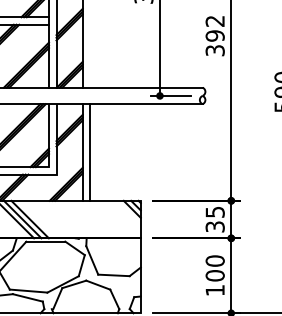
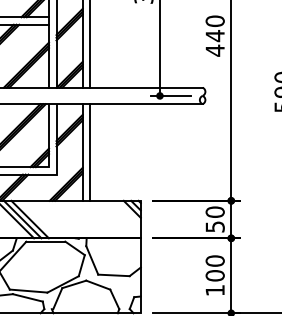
text at (214, 35): 392 -> 440
line at (90, 44): none -> present
text at (214, 218): 35 -> 50
